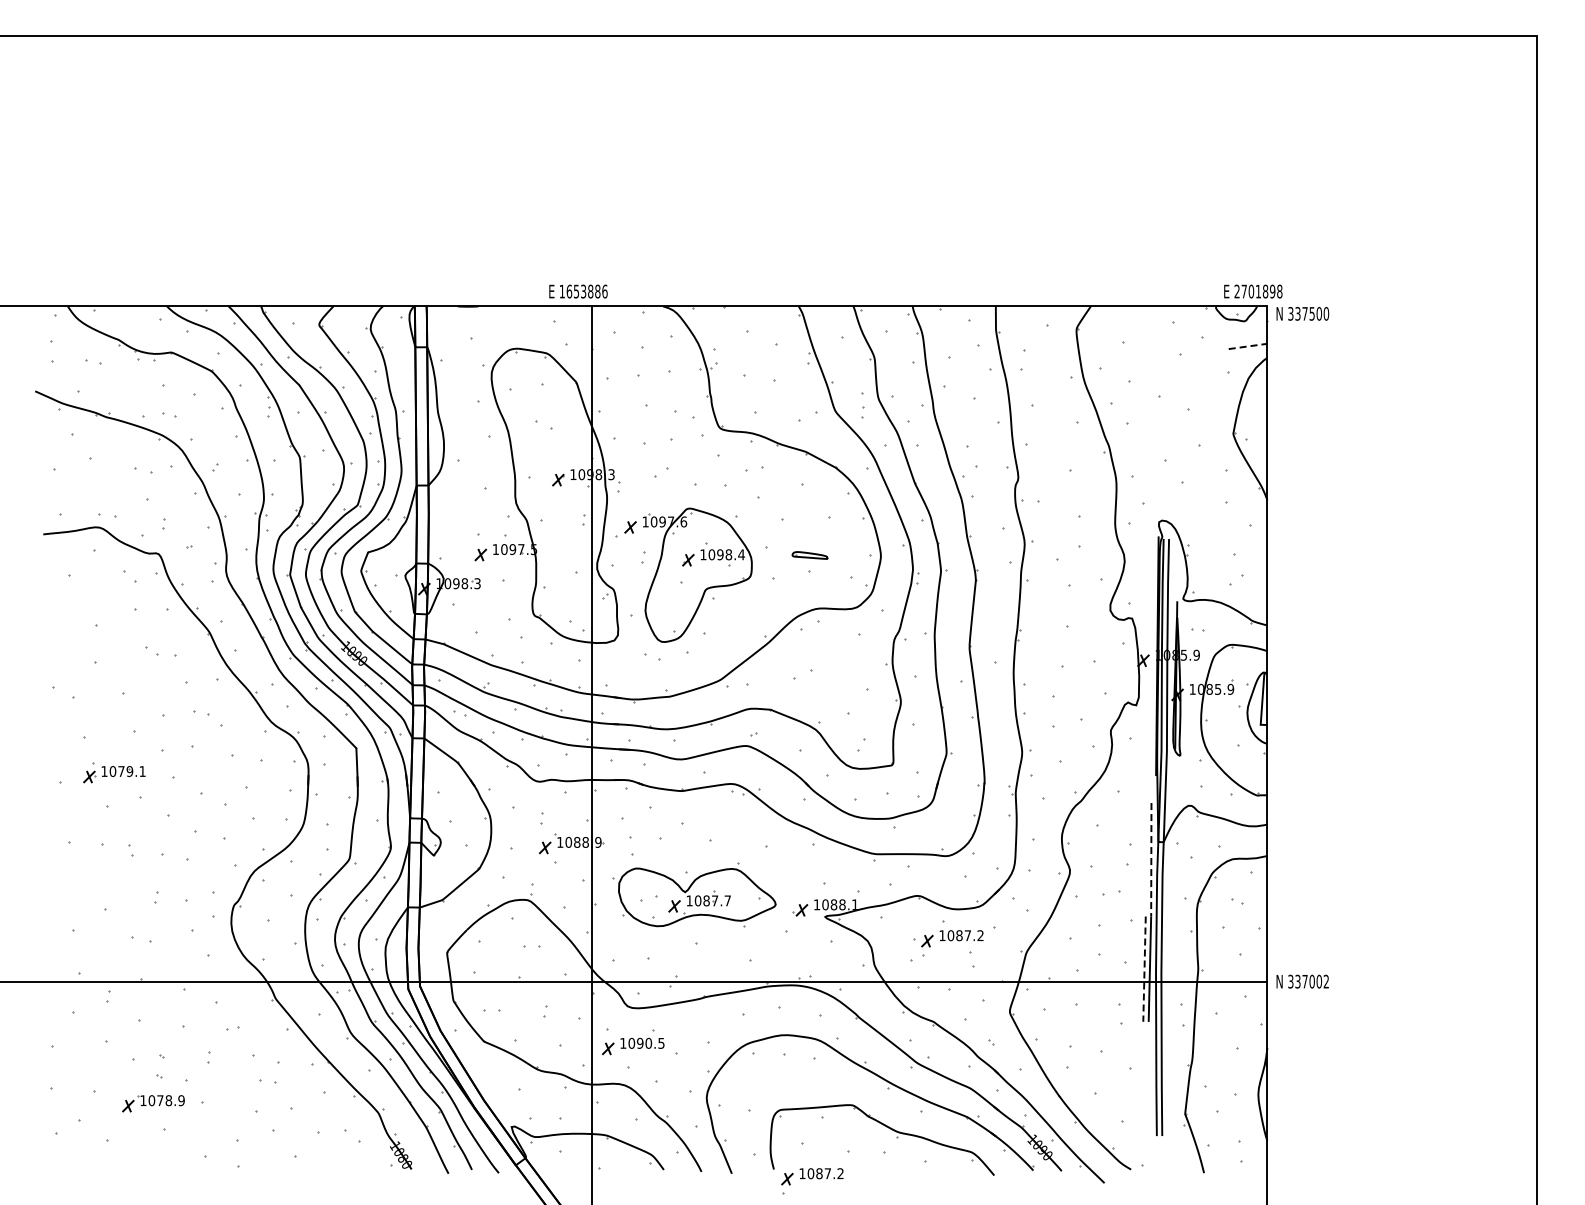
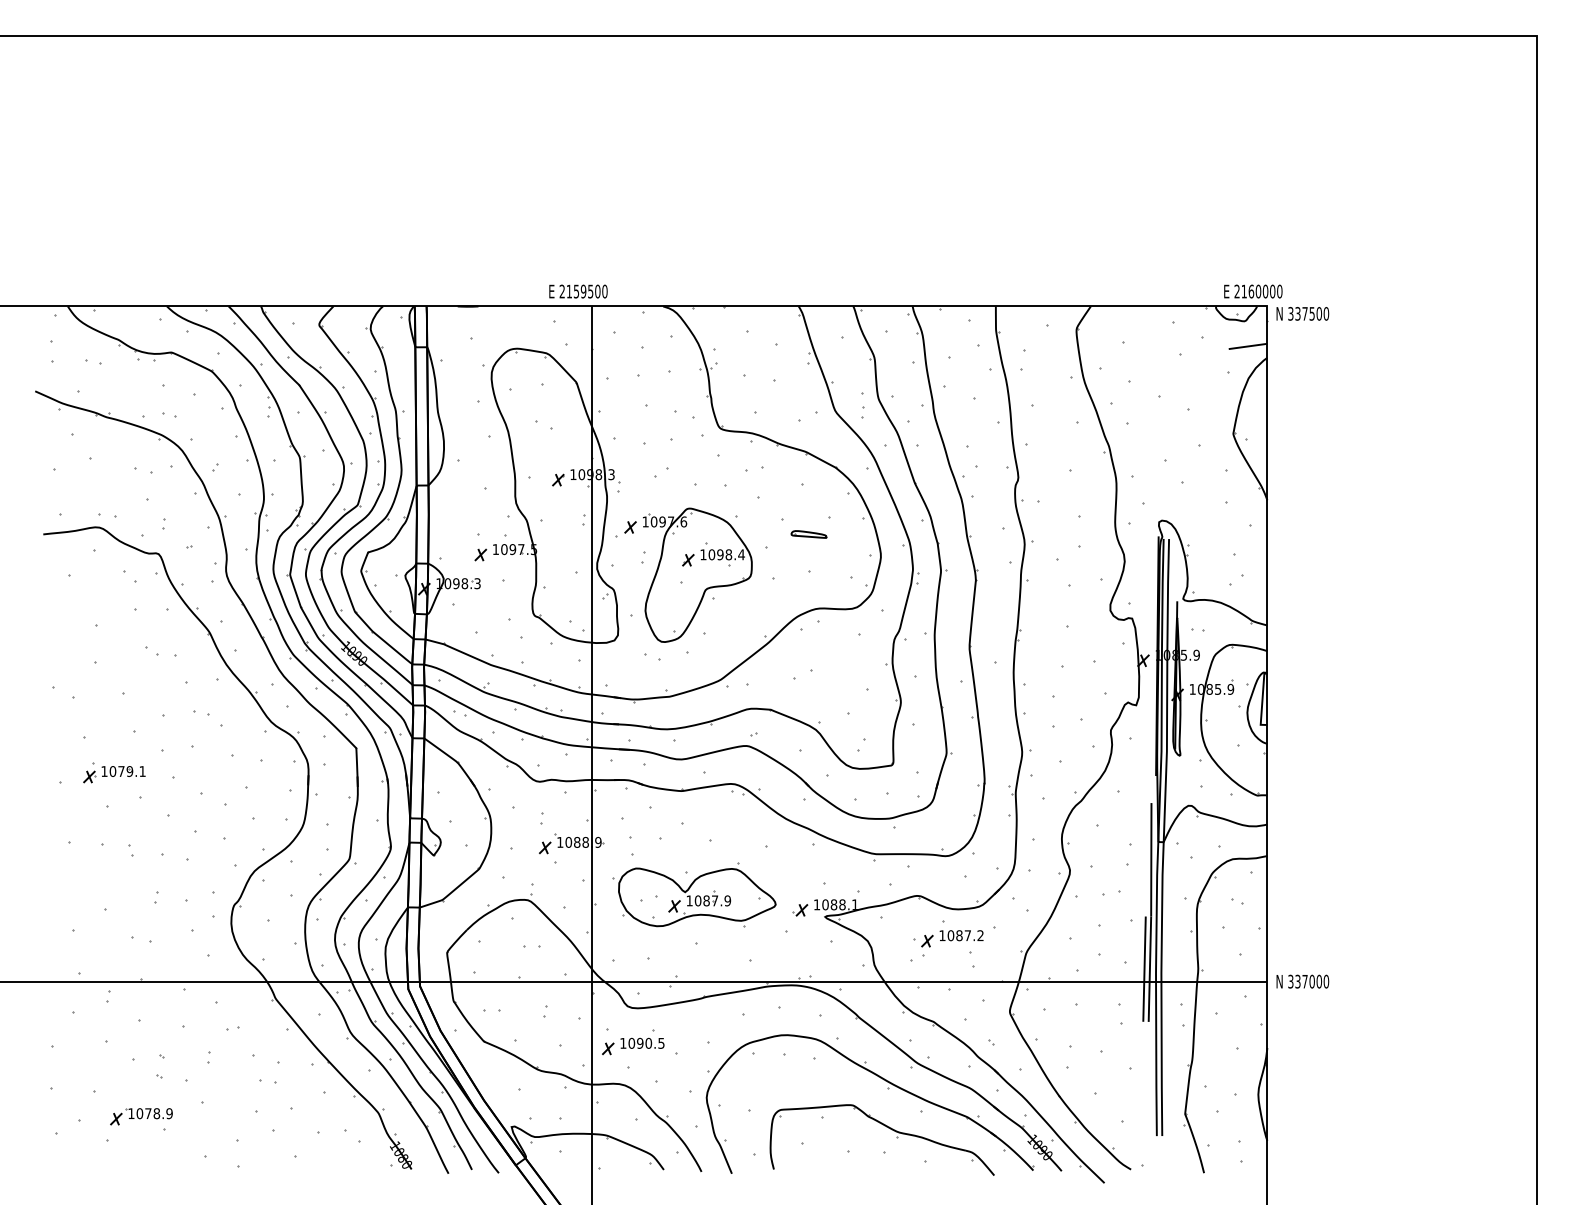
text at (583, 291): 1653886 -> 2159500
text at (1261, 291): 2701898 -> 2160000
line at (1248, 346): dashed -> solid
part at (809, 555) position: (809, 555) -> (808, 534)
line at (1151, 859): dashed -> solid
text at (727, 900): 1087.7 -> 1087.9
line at (1144, 969): dashed -> solid
text at (1326, 981): 337002 -> 337000
part at (153, 1103) position: (153, 1103) -> (141, 1116)
part at (812, 1181): present -> none
